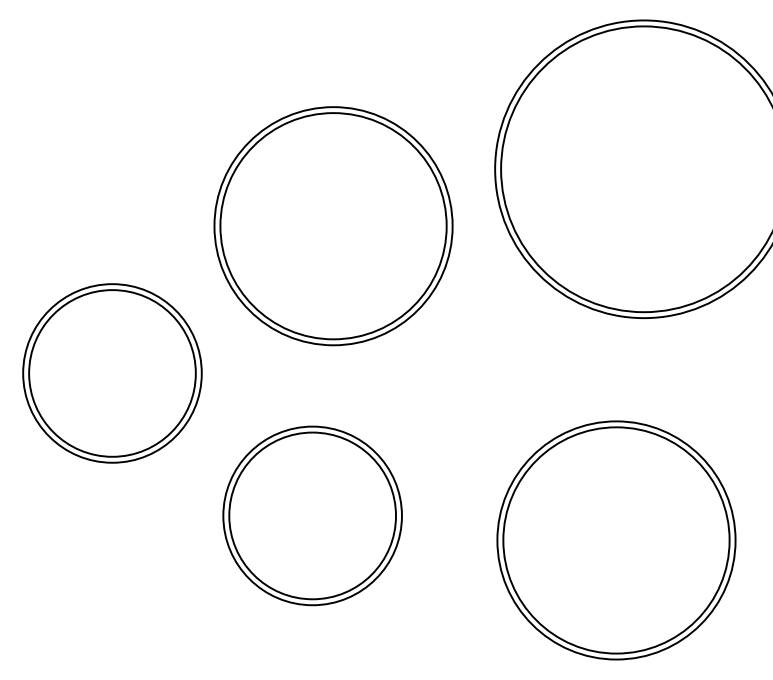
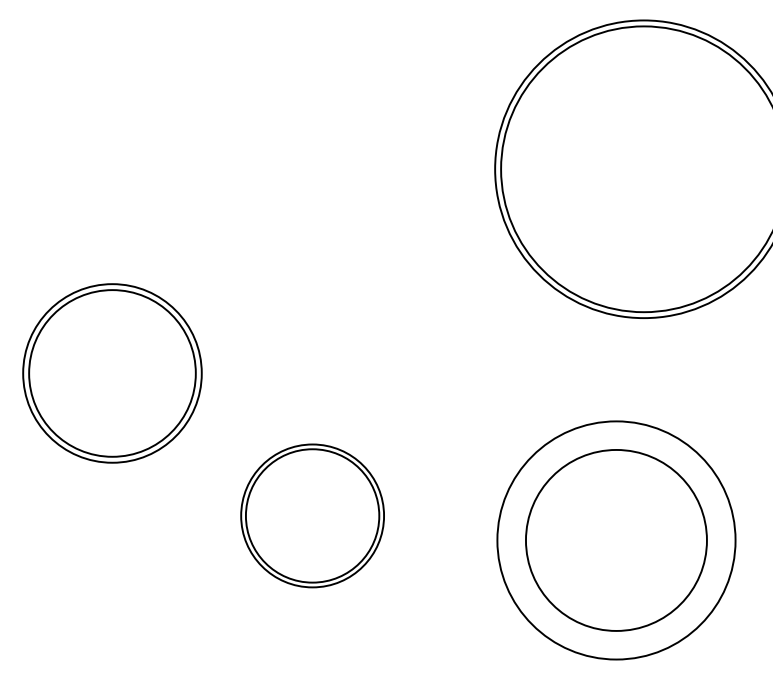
part at (333, 226): present -> none
part at (312, 515) size: 181x182 px -> 145x146 px
circle at (616, 540) diameter: 226 px -> 181 px
